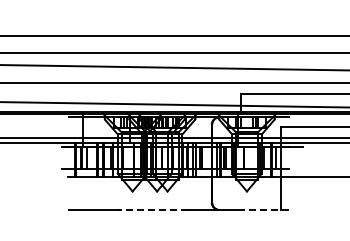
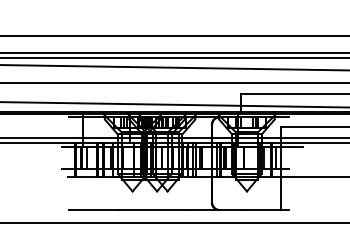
line at (174, 58): none -> present
line at (153, 209): dashed -> solid
line at (265, 209): dashed -> solid
line at (174, 223): none -> present
